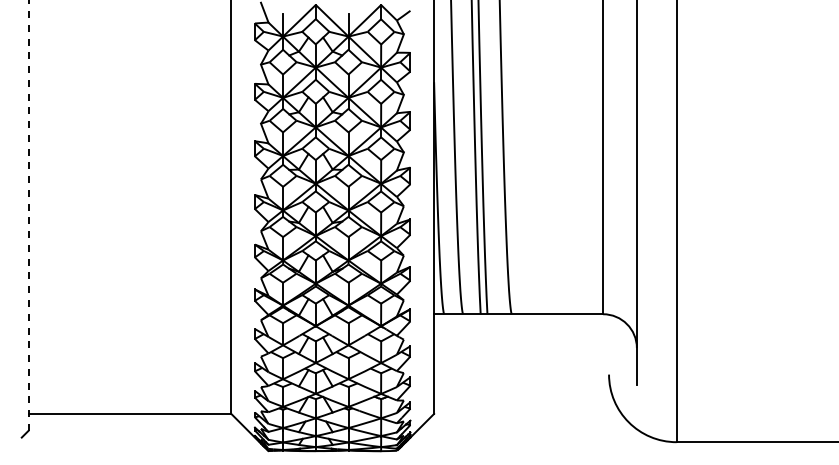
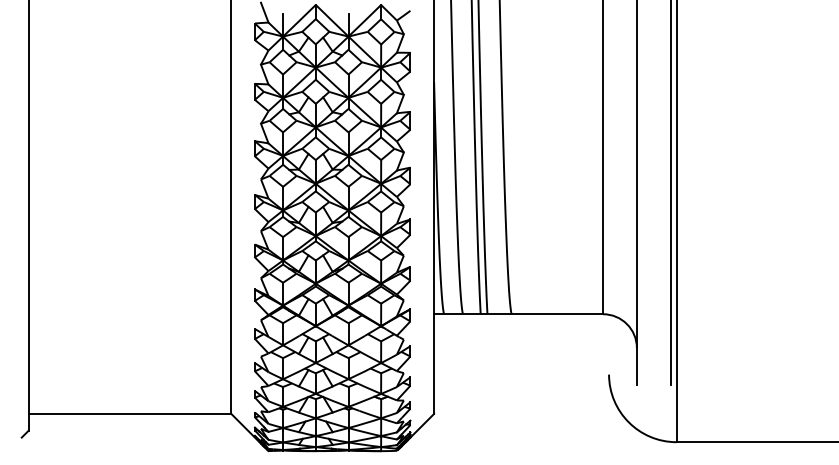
line at (670, 193): none -> present
line at (28, 215): dashed -> solid
